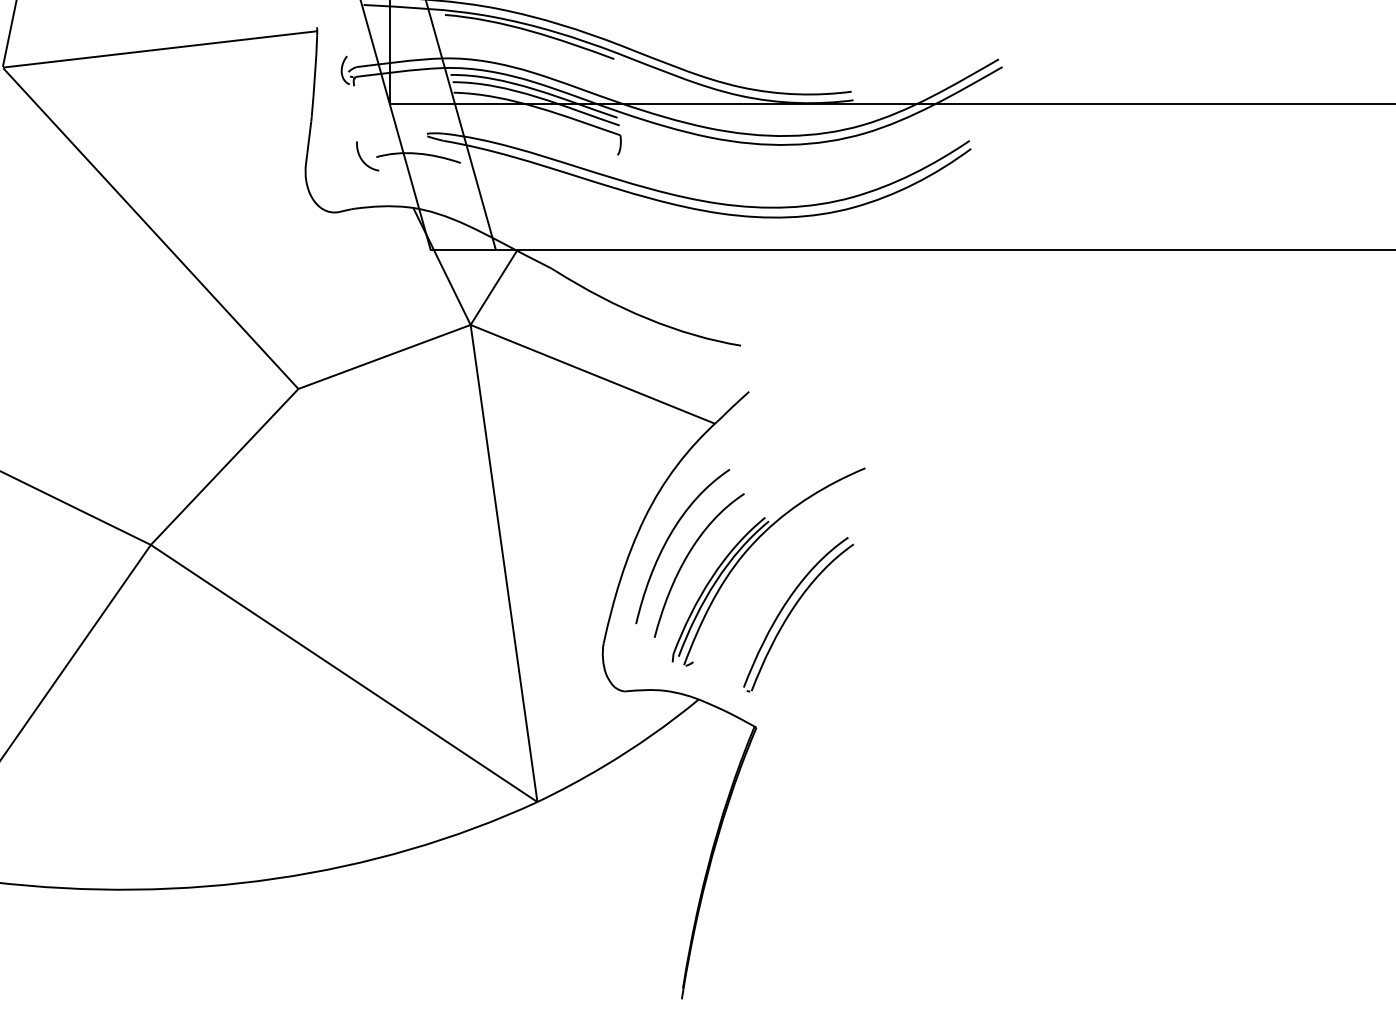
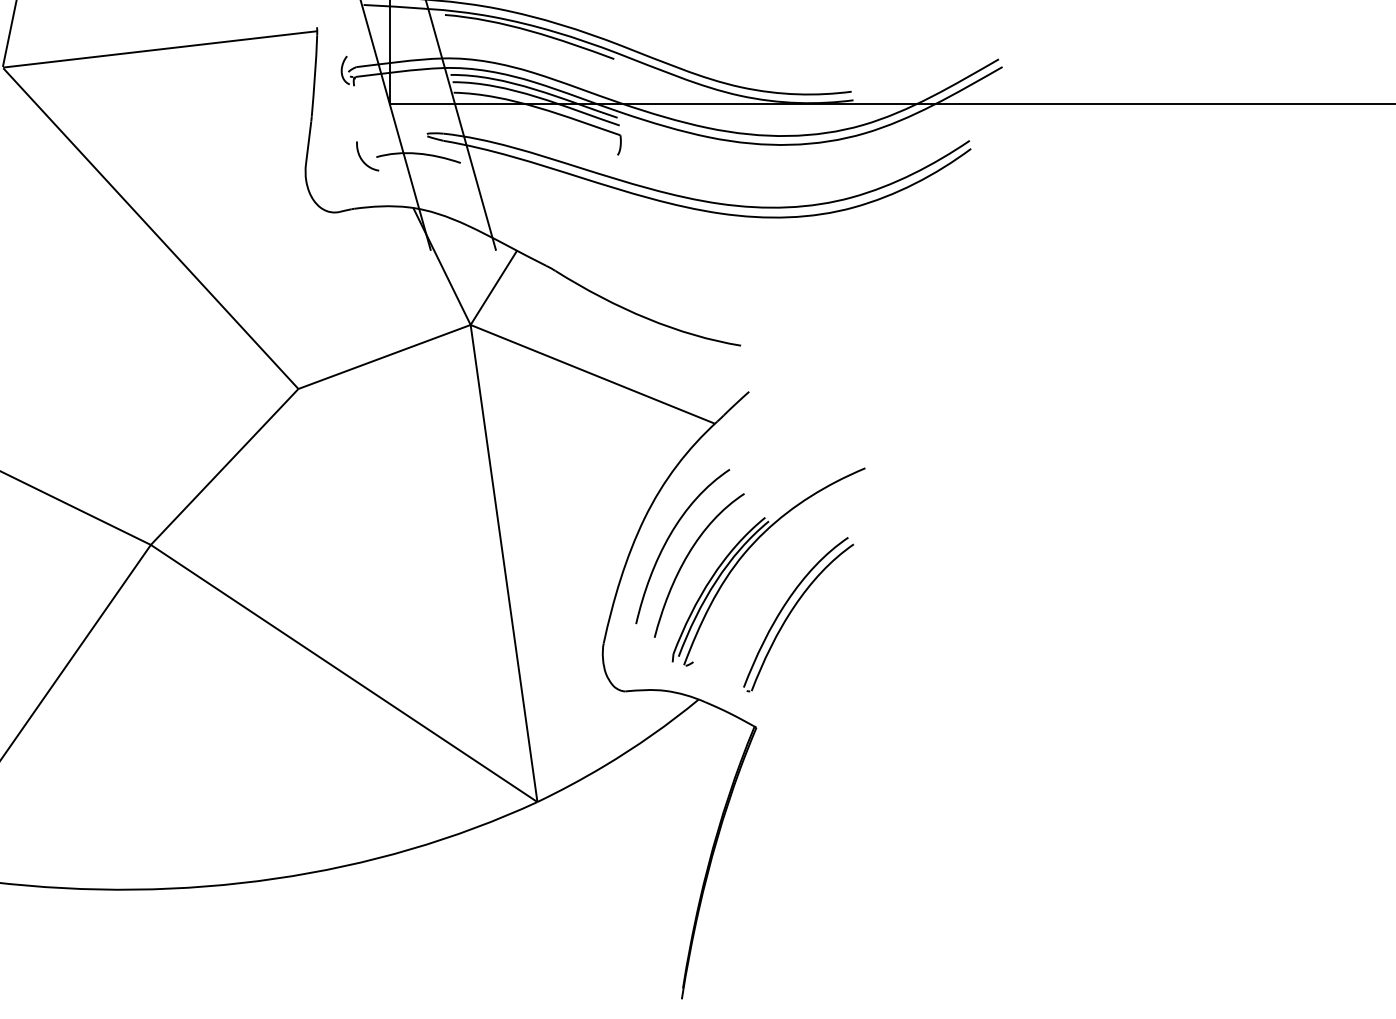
line at (911, 249): present -> none
